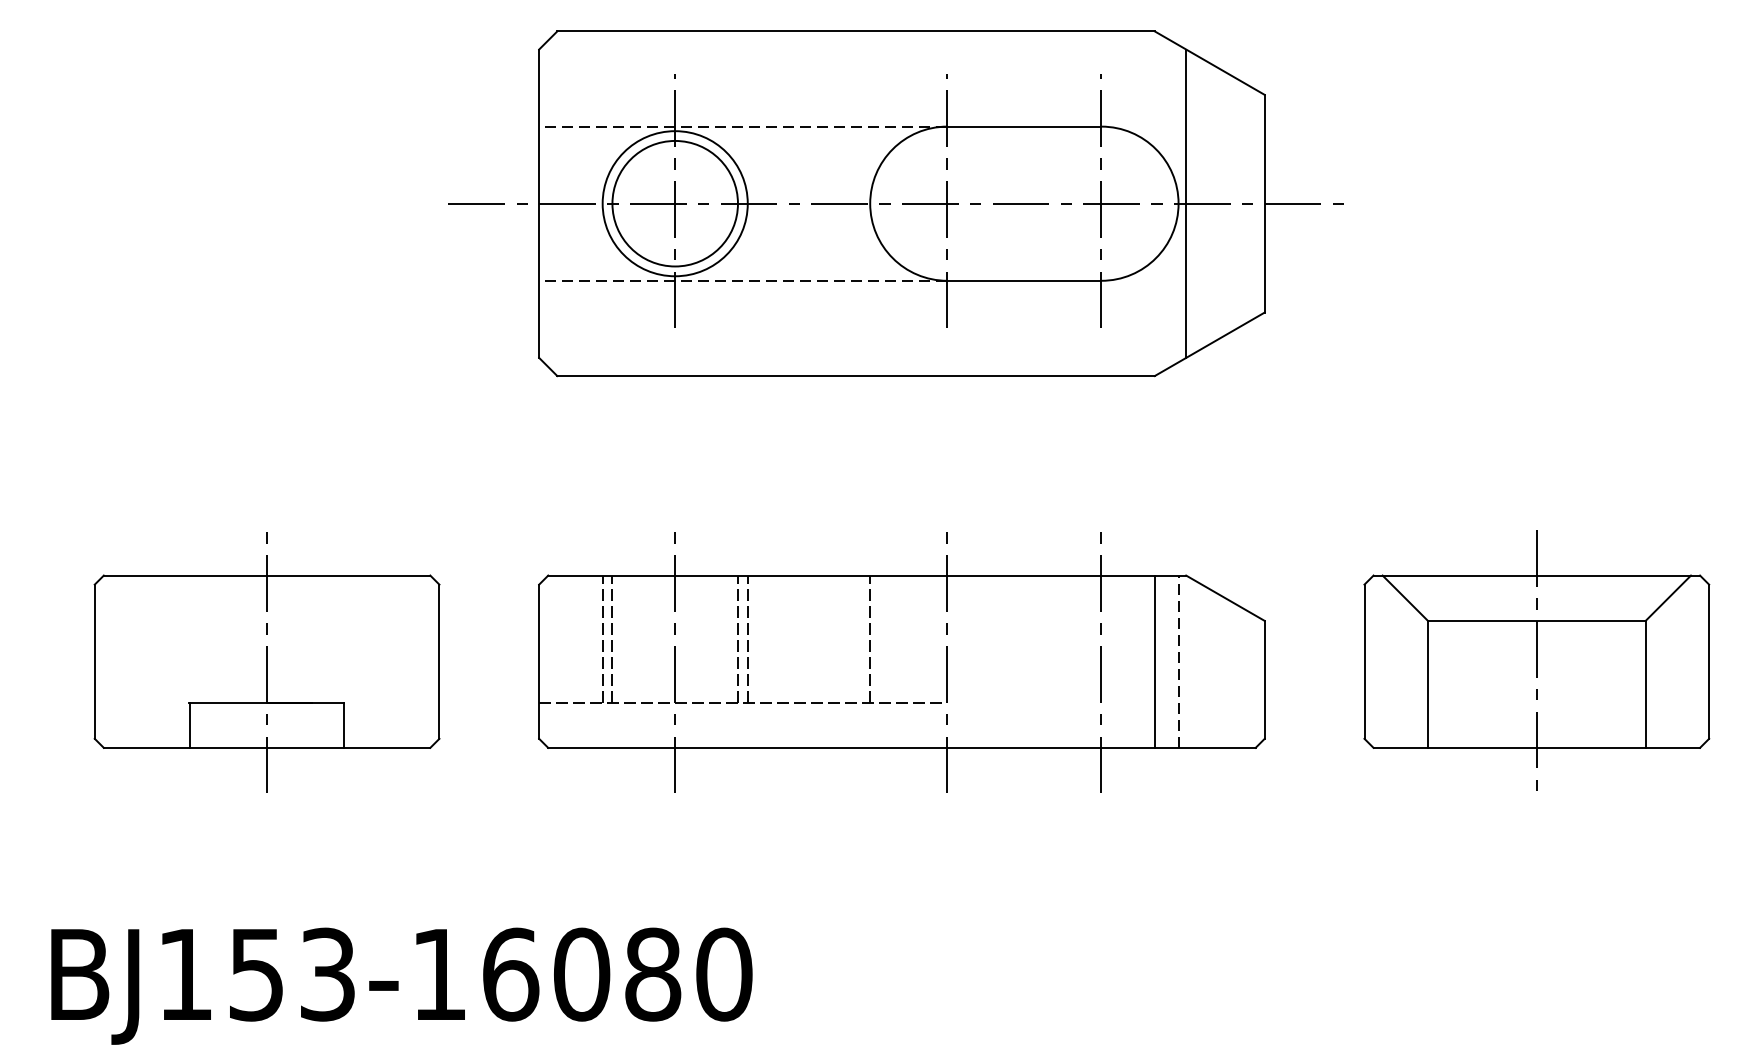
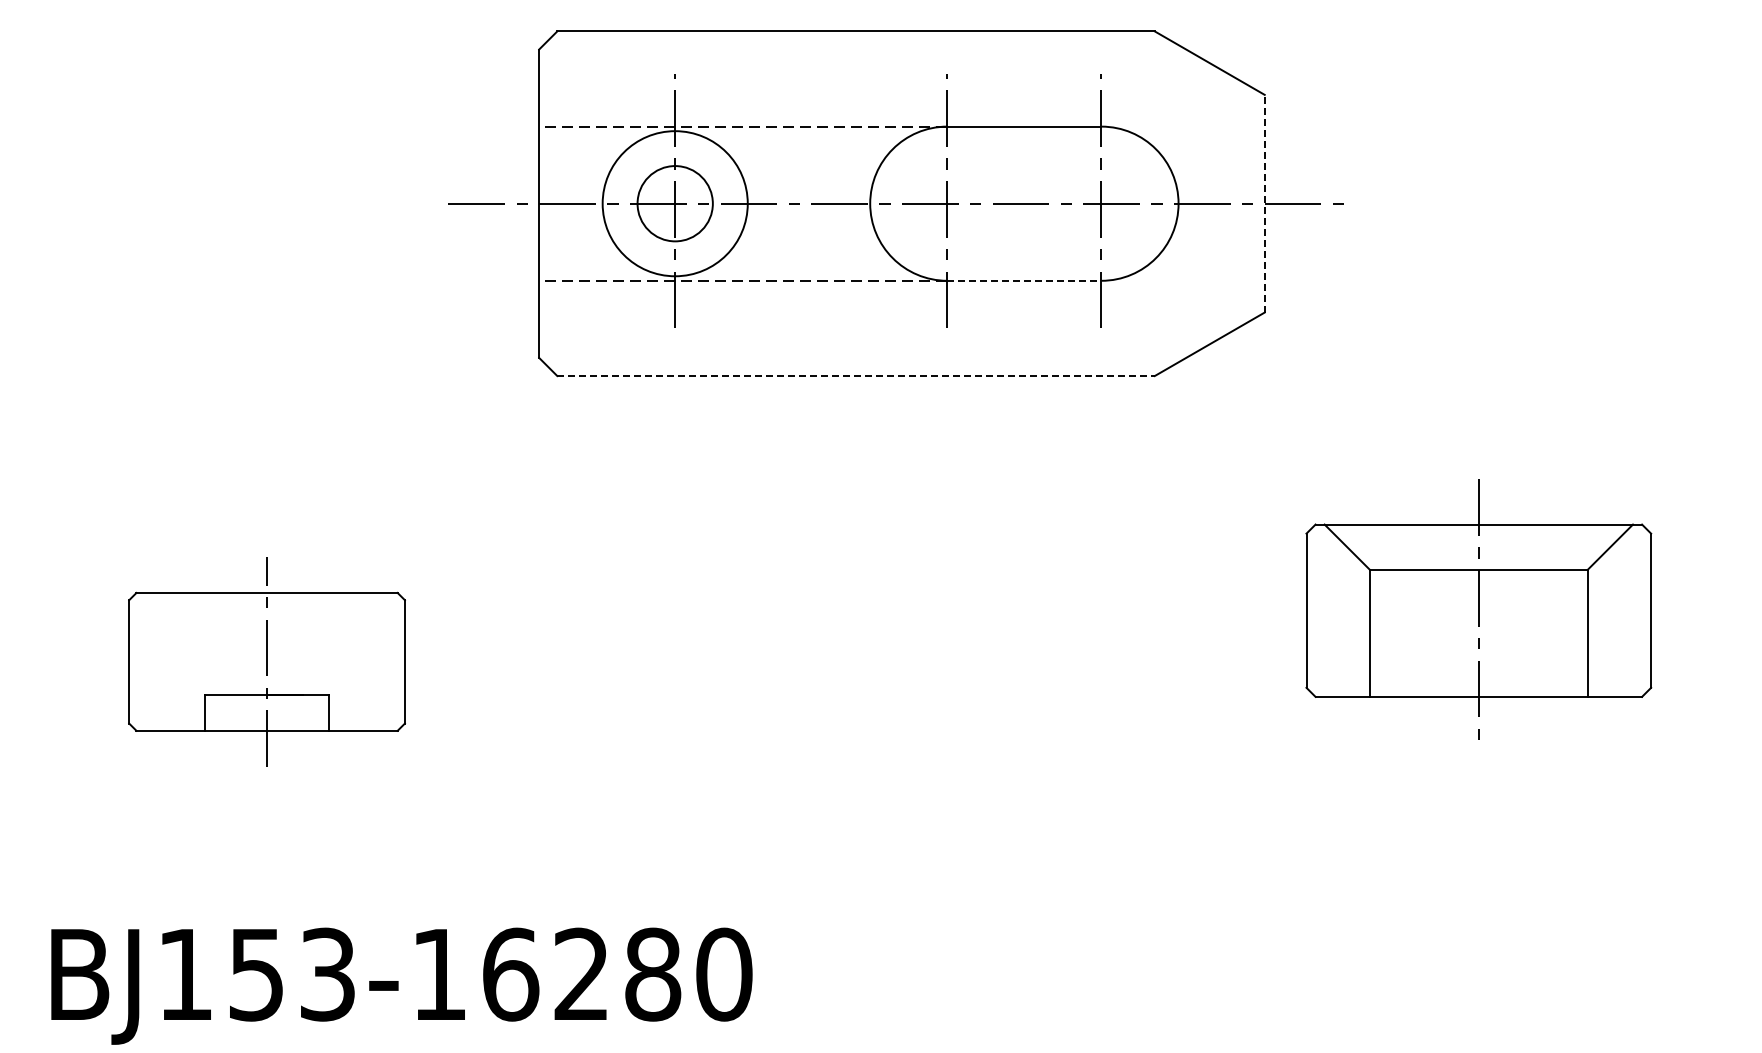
circle at (674, 203) diameter: 126 px -> 75 px
line at (1186, 203): present -> none
line at (1264, 203): solid -> dashed
line at (1024, 280): solid -> dashed
line at (856, 376): solid -> dashed
part at (1536, 660) position: (1536, 660) -> (1478, 609)
part at (266, 662) size: 348x261 px -> 278x210 px
part at (901, 662): present -> none
text at (582, 974): BJ153-16080 -> BJ153-16280
